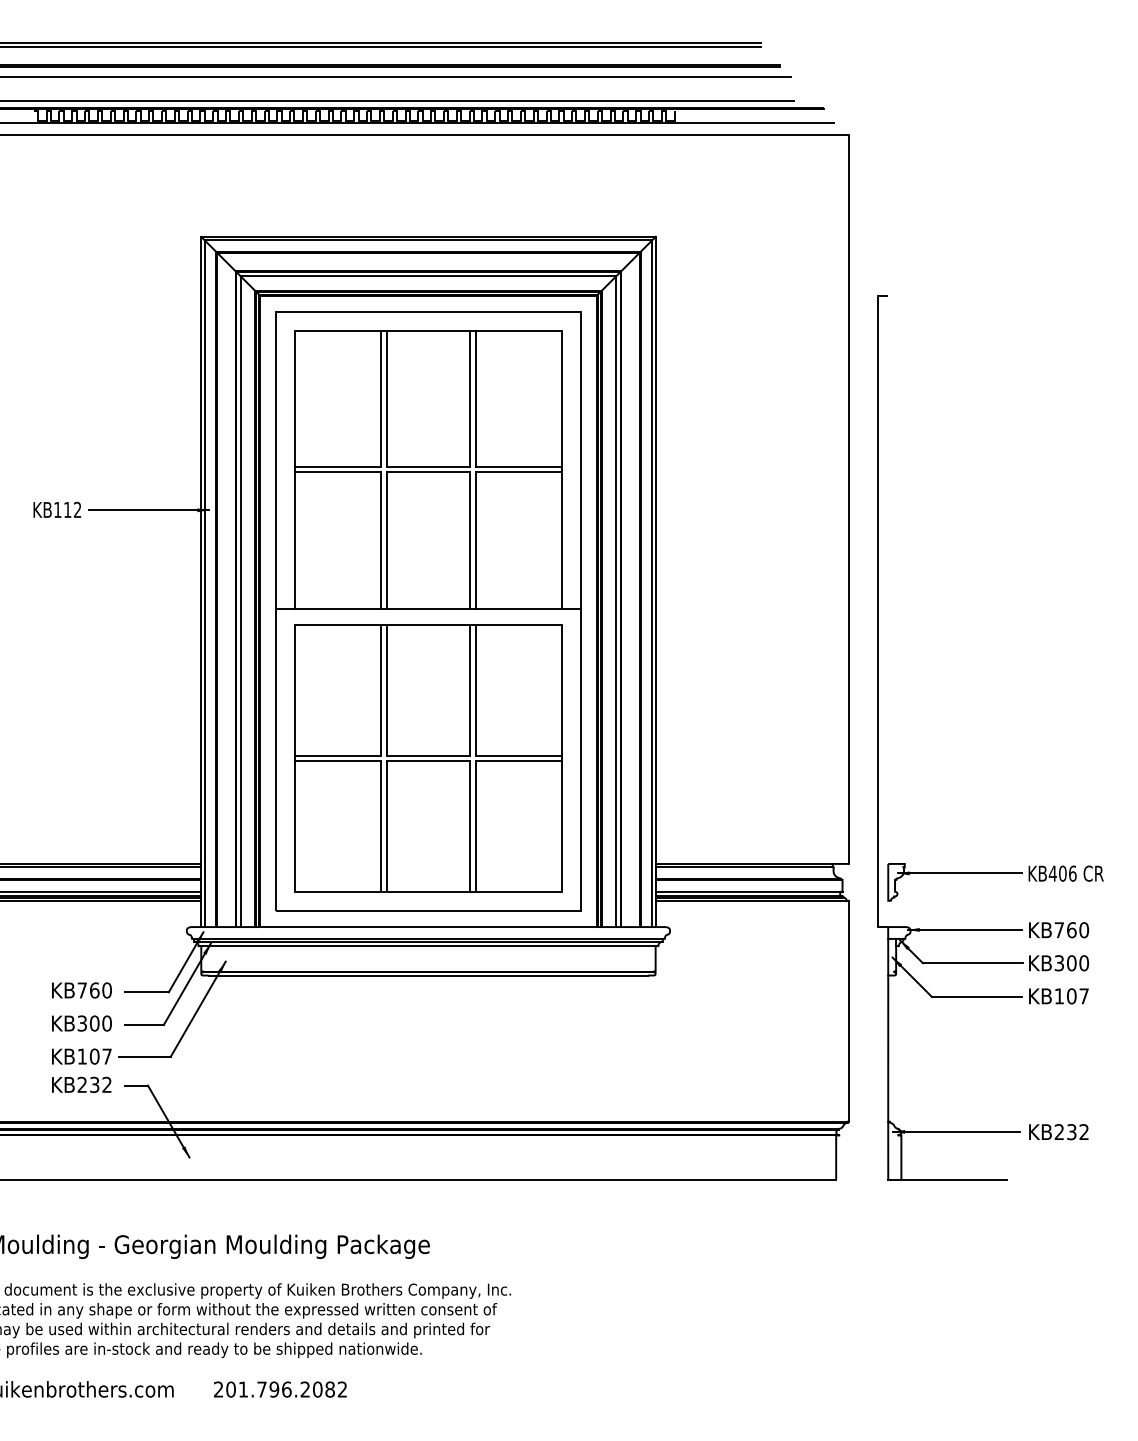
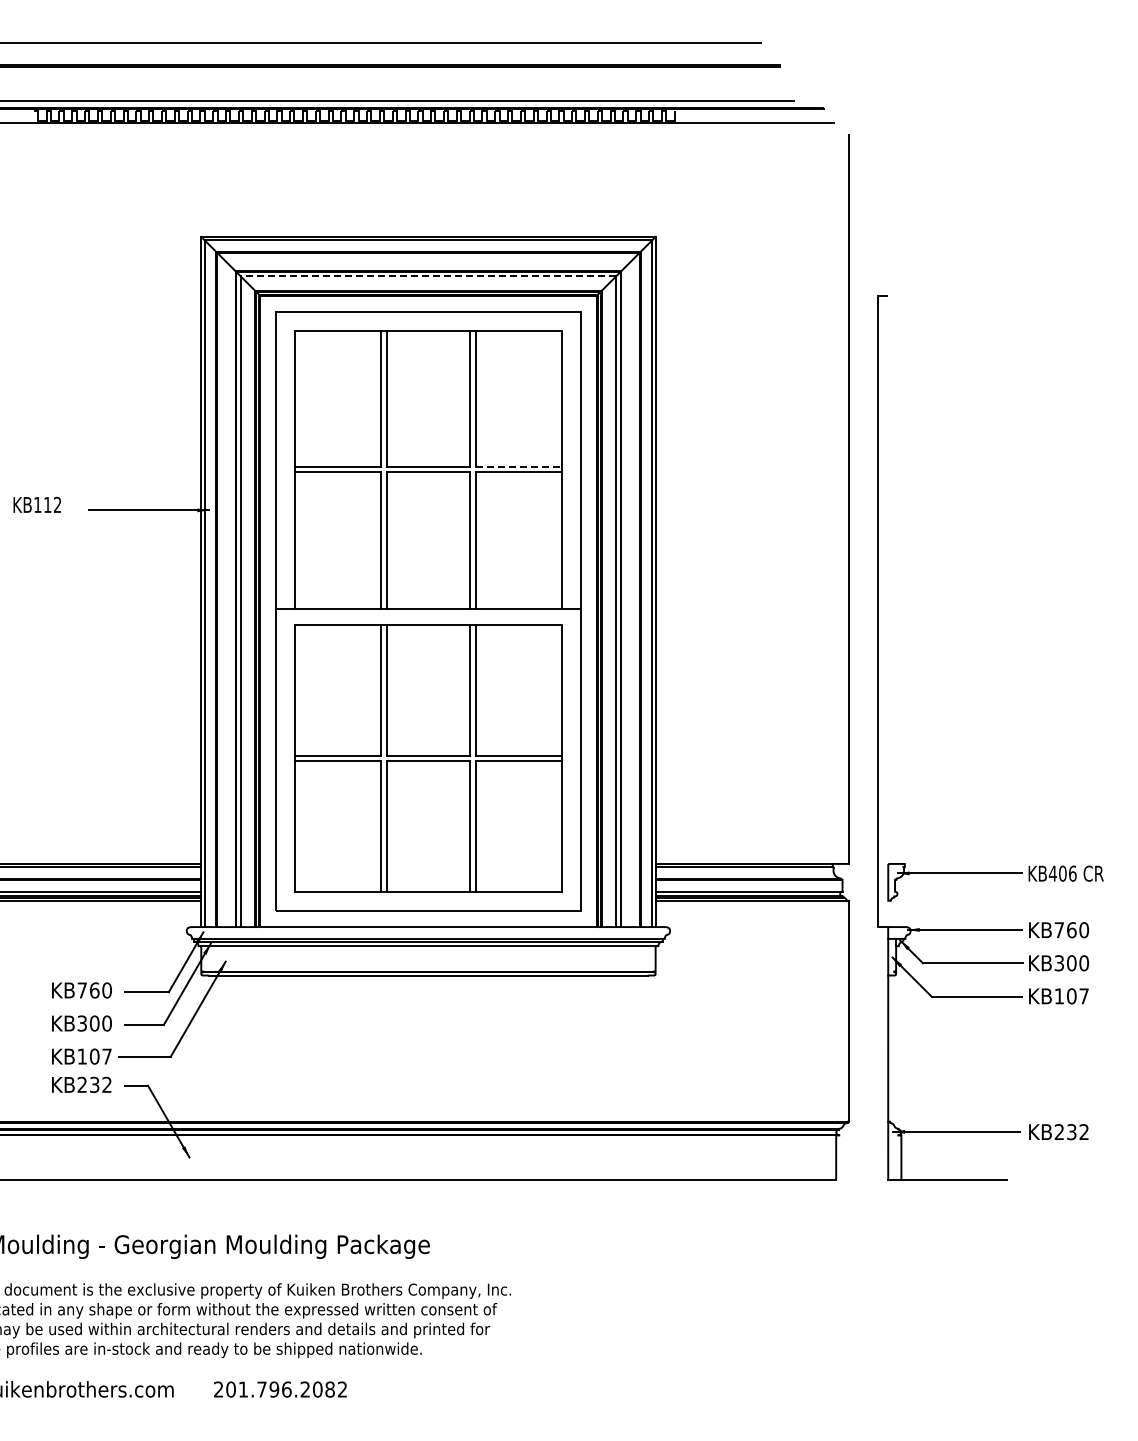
line at (381, 46): present -> none
line at (396, 77): present -> none
line at (424, 134): present -> none
line at (428, 276): solid -> dashed
line at (519, 467): solid -> dashed
text at (56, 509) position: (56, 509) -> (36, 504)
